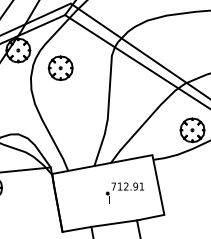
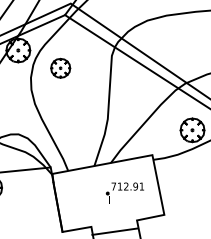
part at (60, 68) size: 27x27 px -> 22x22 px
line at (114, 223) position: (114, 223) -> (115, 231)
